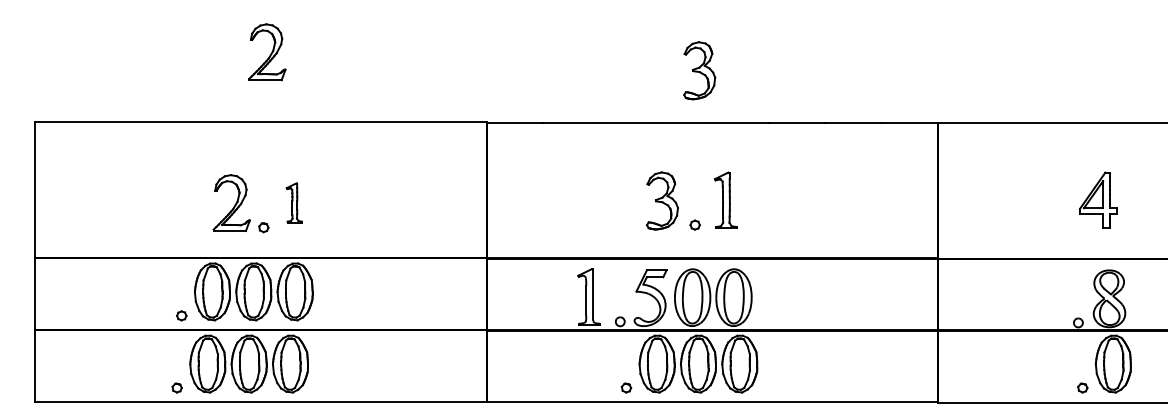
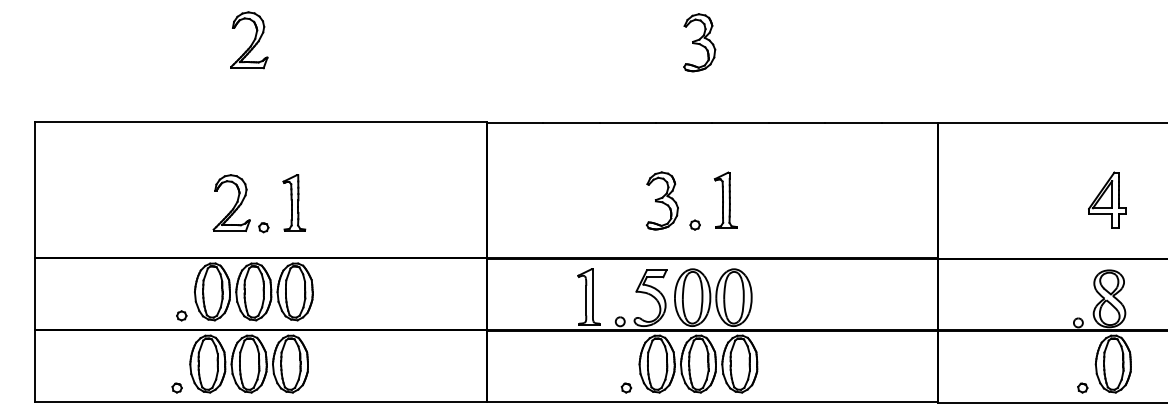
part at (267, 52) position: (267, 52) -> (249, 40)
part at (699, 70) position: (699, 70) -> (699, 42)
part at (1098, 199) position: (1098, 199) -> (1107, 199)
part at (293, 202) size: 18x42 px -> 25x58 px
